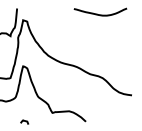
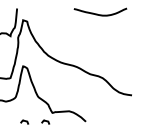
curve at (45, 121): none -> present
